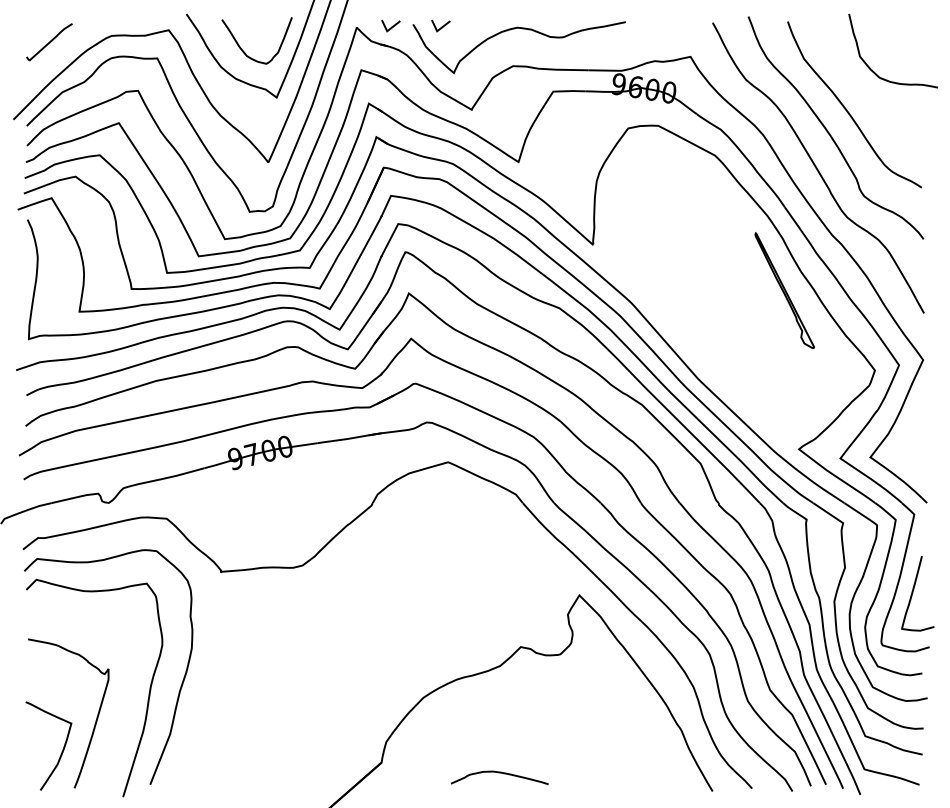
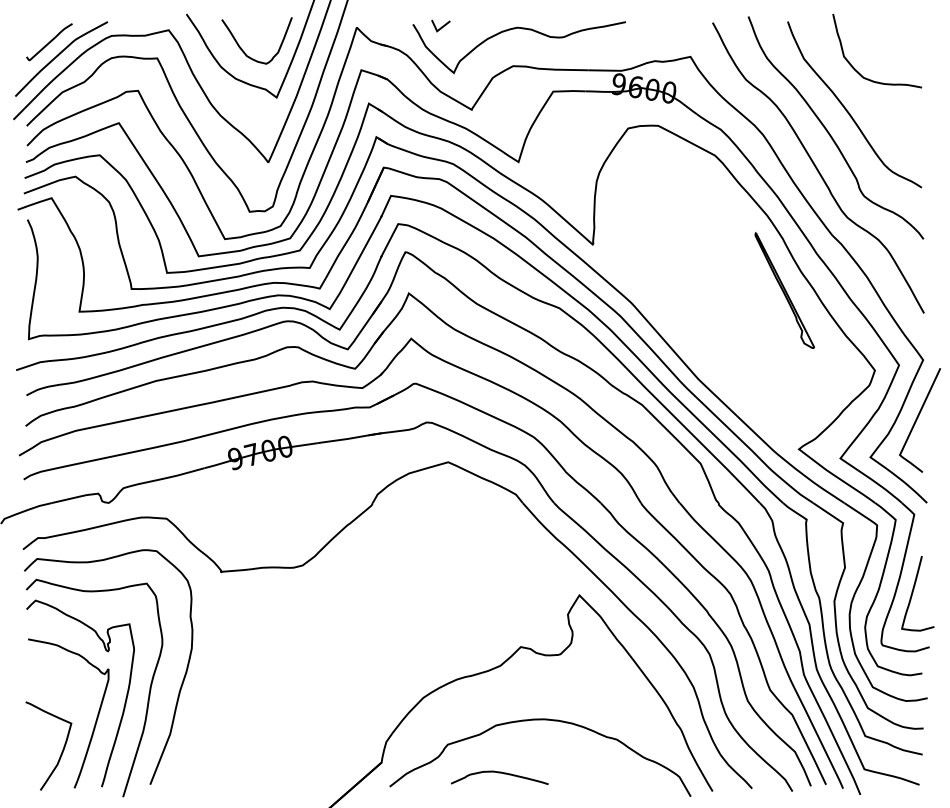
line at (391, 26): present -> none
curve at (59, 55): none -> present
curve at (873, 70) position: (873, 70) -> (857, 70)
curve at (918, 418): none -> present
curve at (124, 702): none -> present
curve at (540, 720): none -> present
